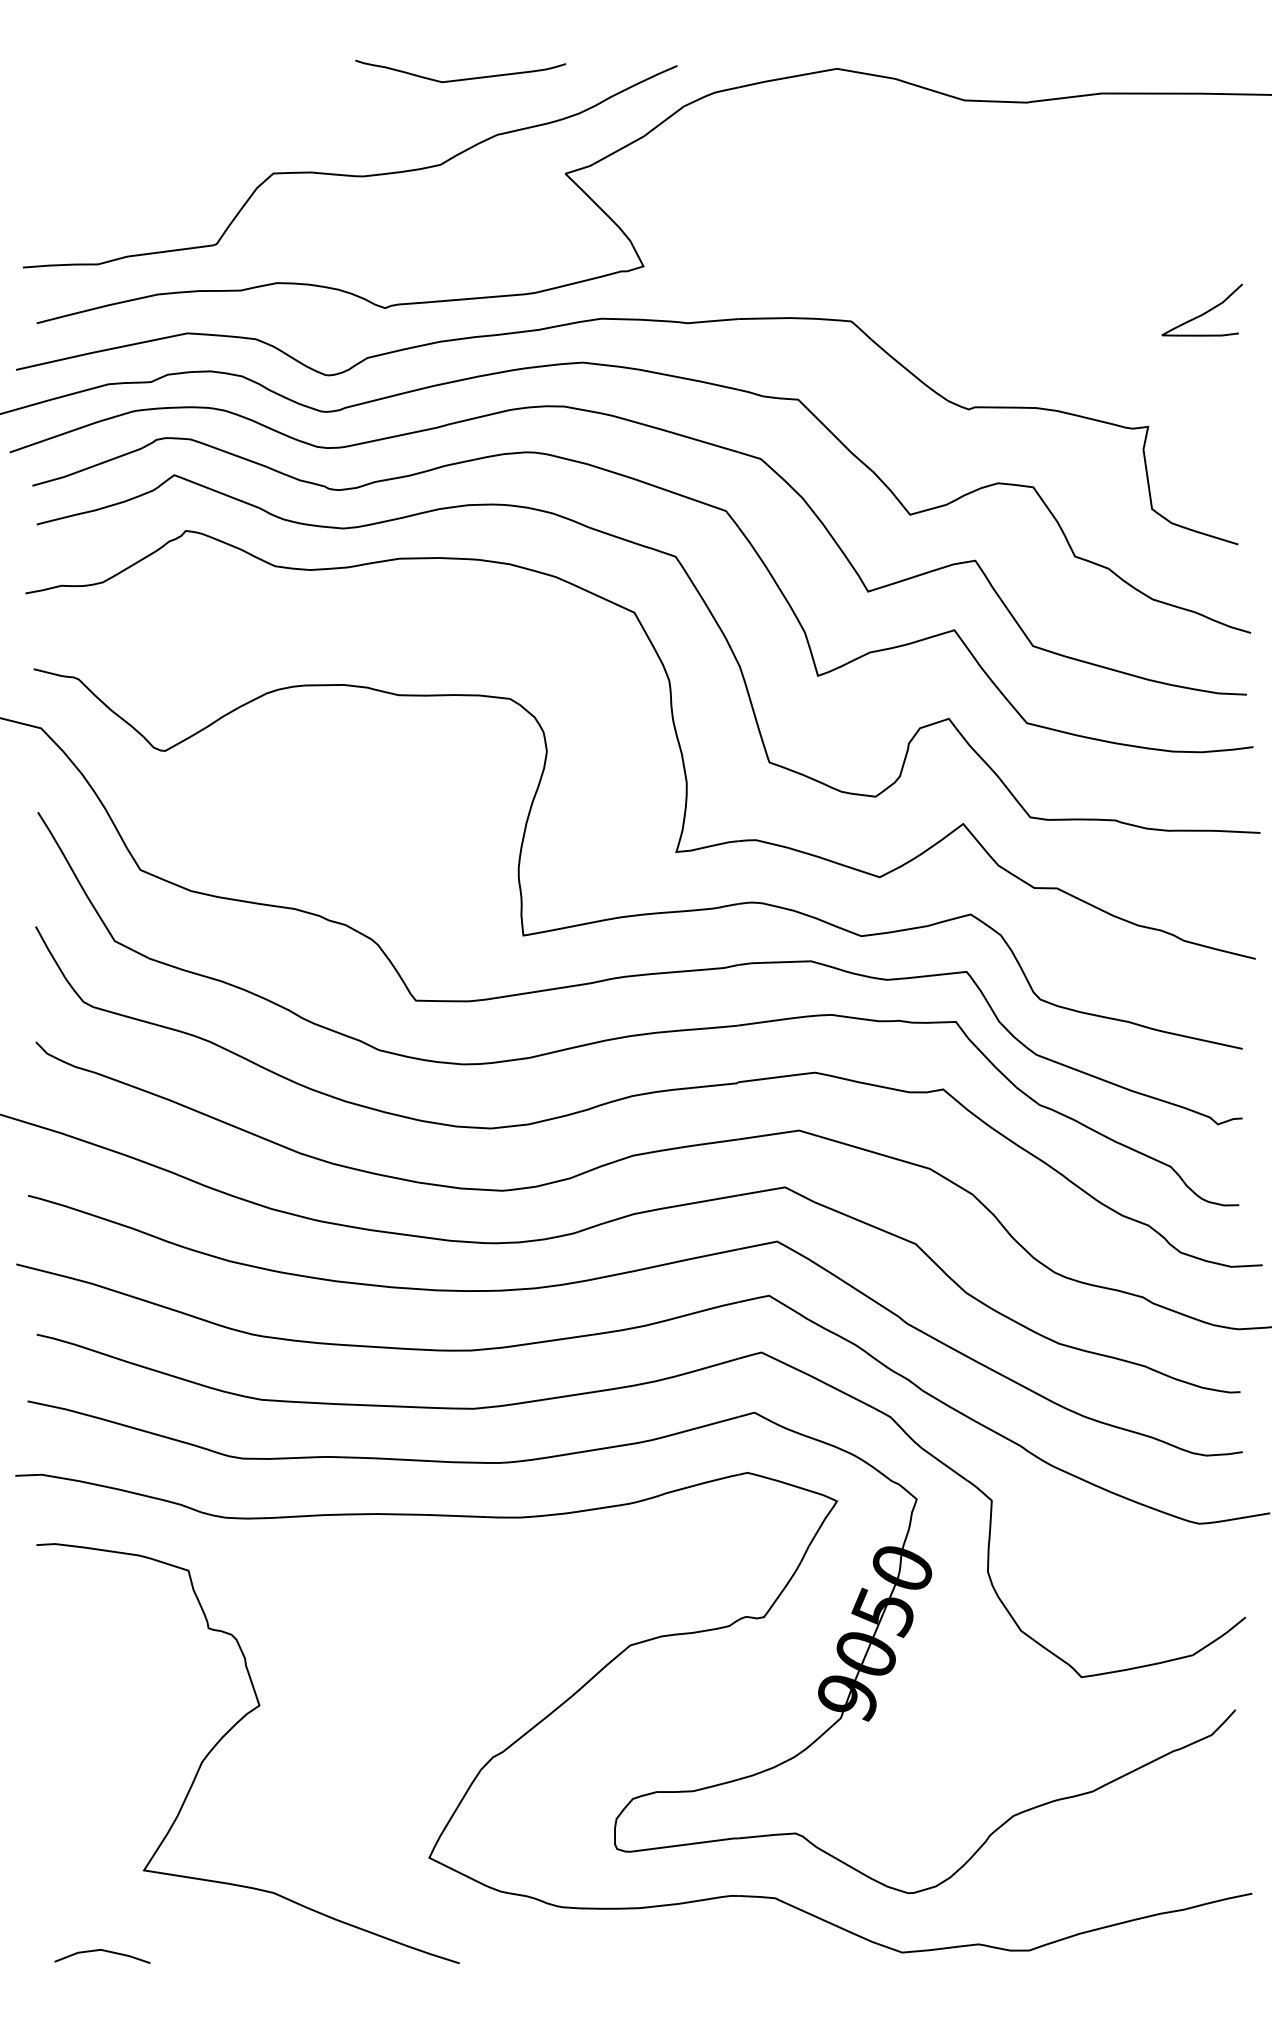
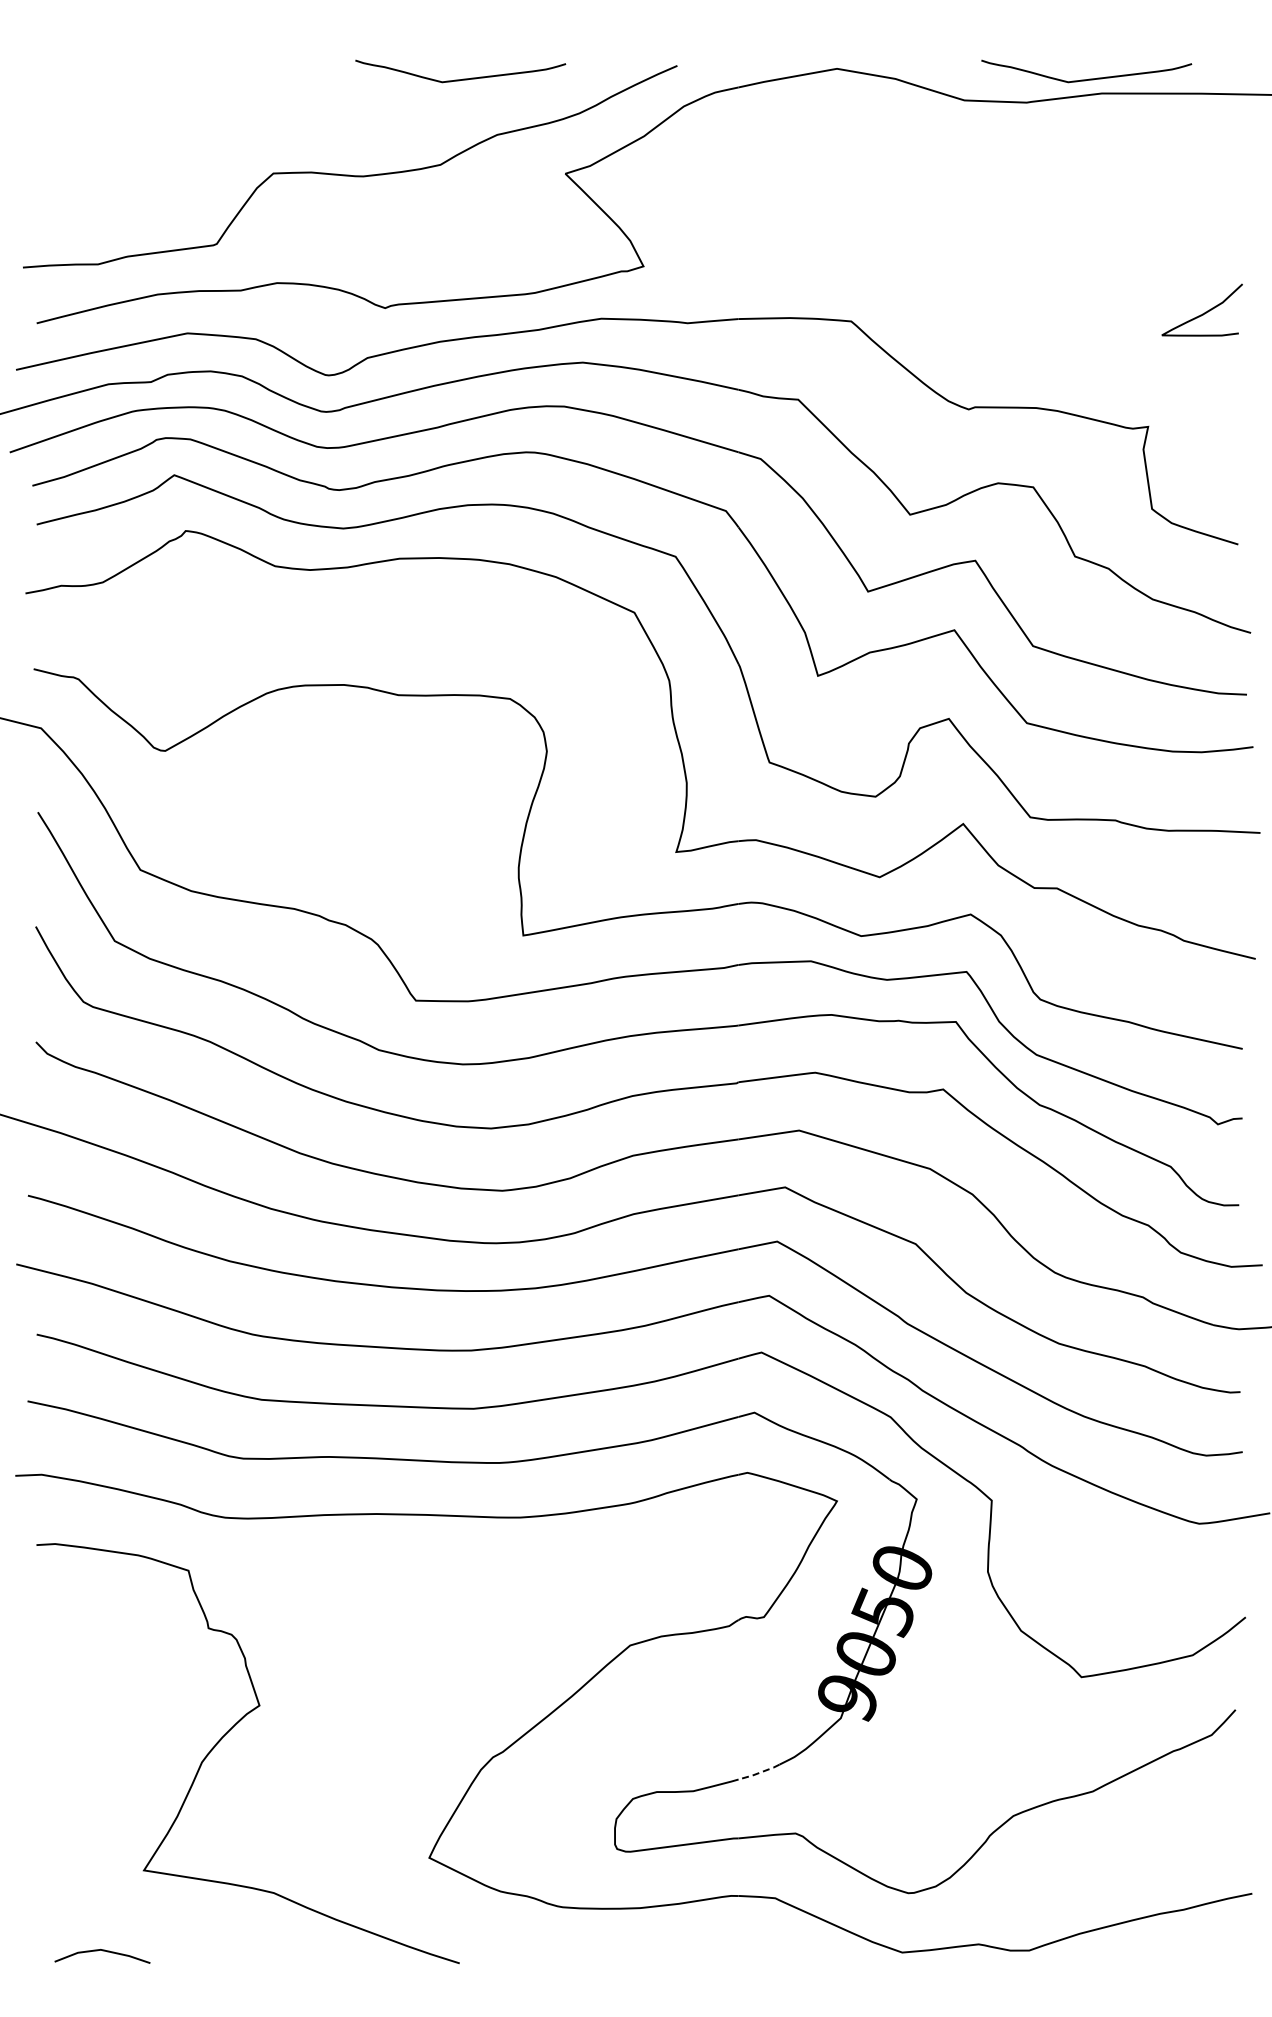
curve at (1089, 78): none -> present
line at (759, 1773): solid -> dashed
